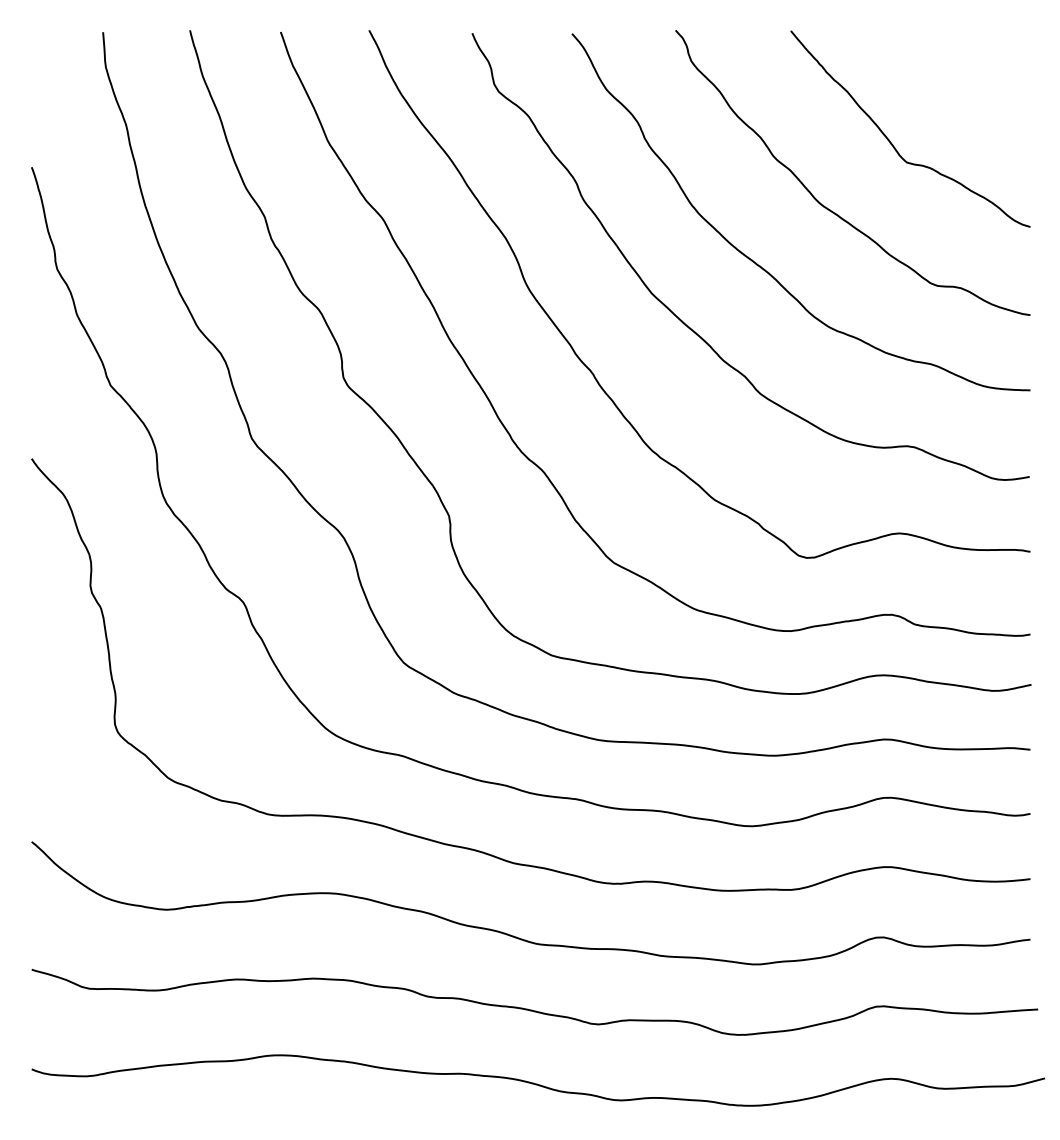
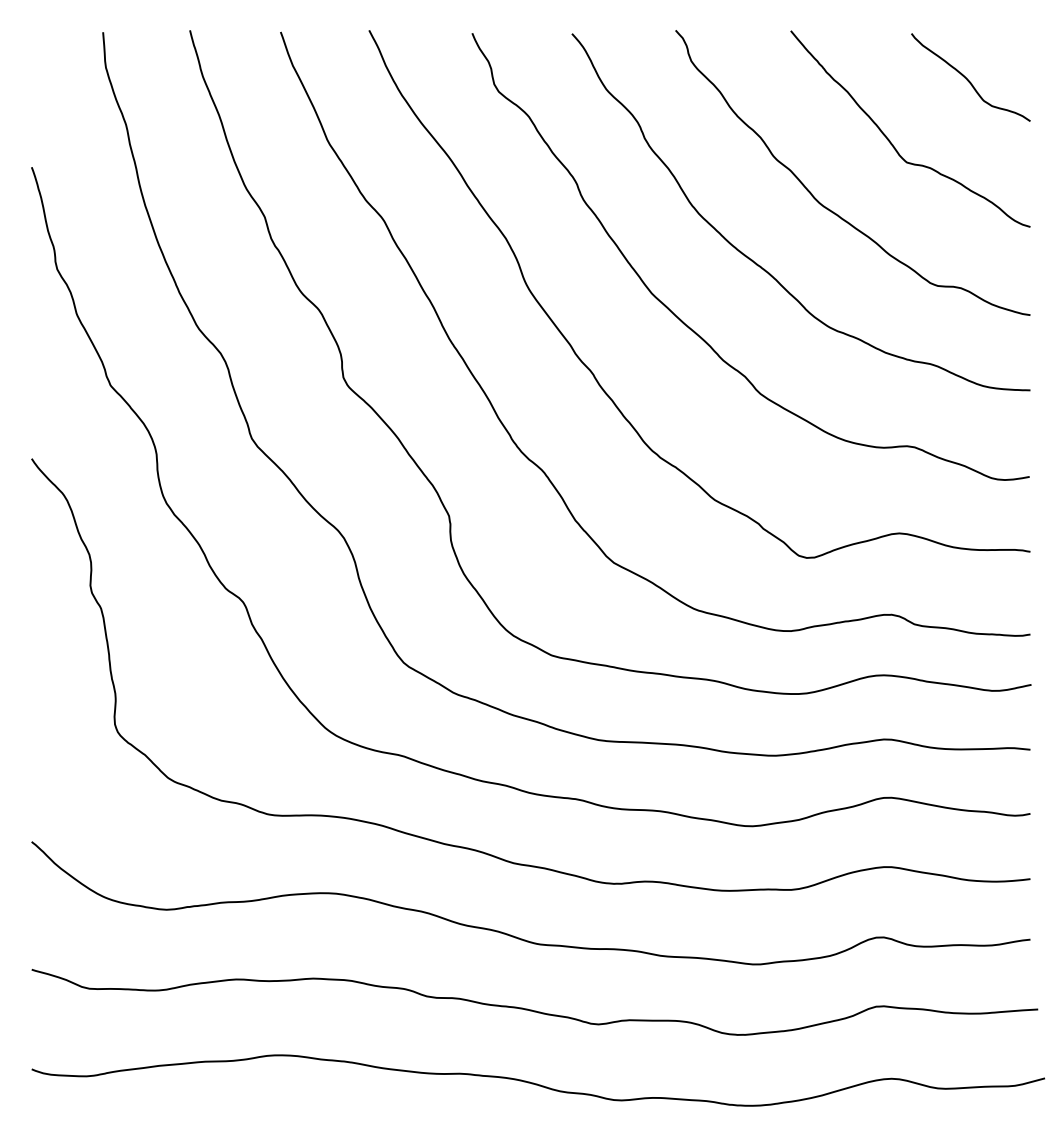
curve at (968, 79): none -> present
